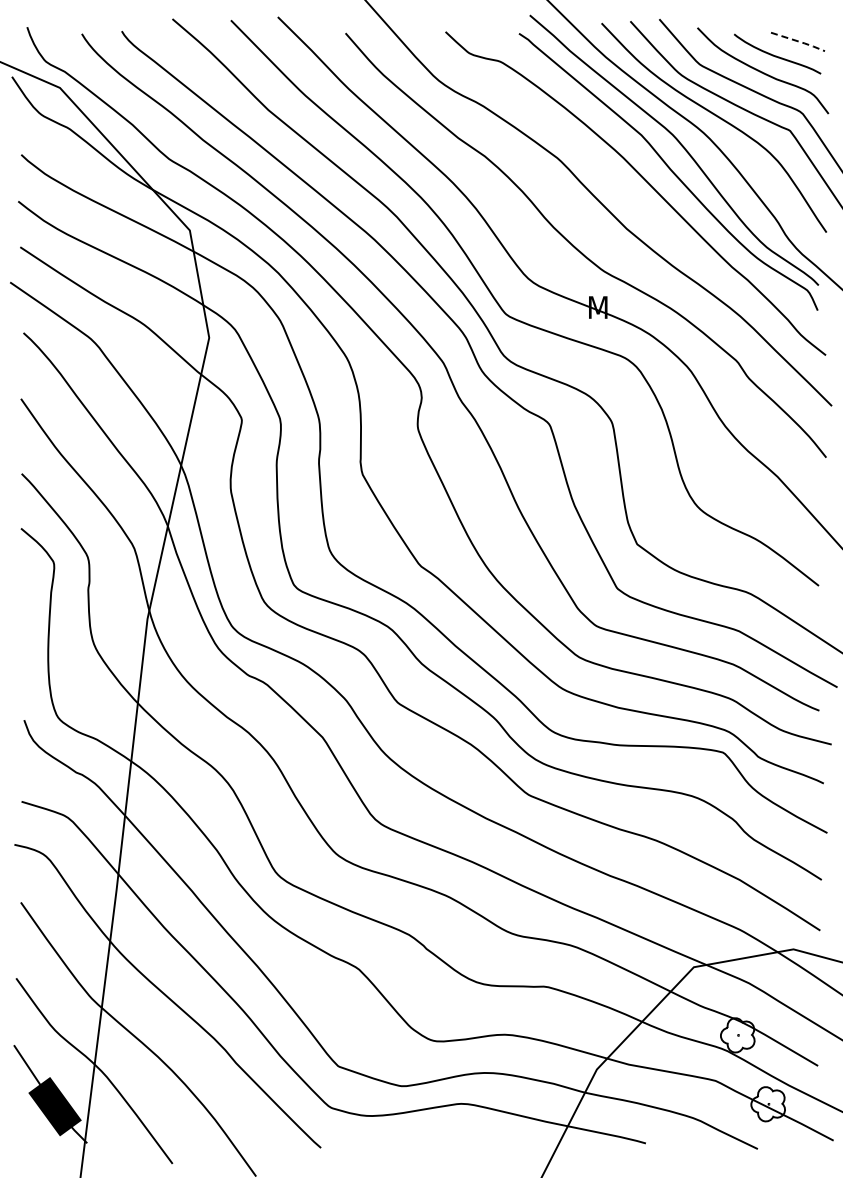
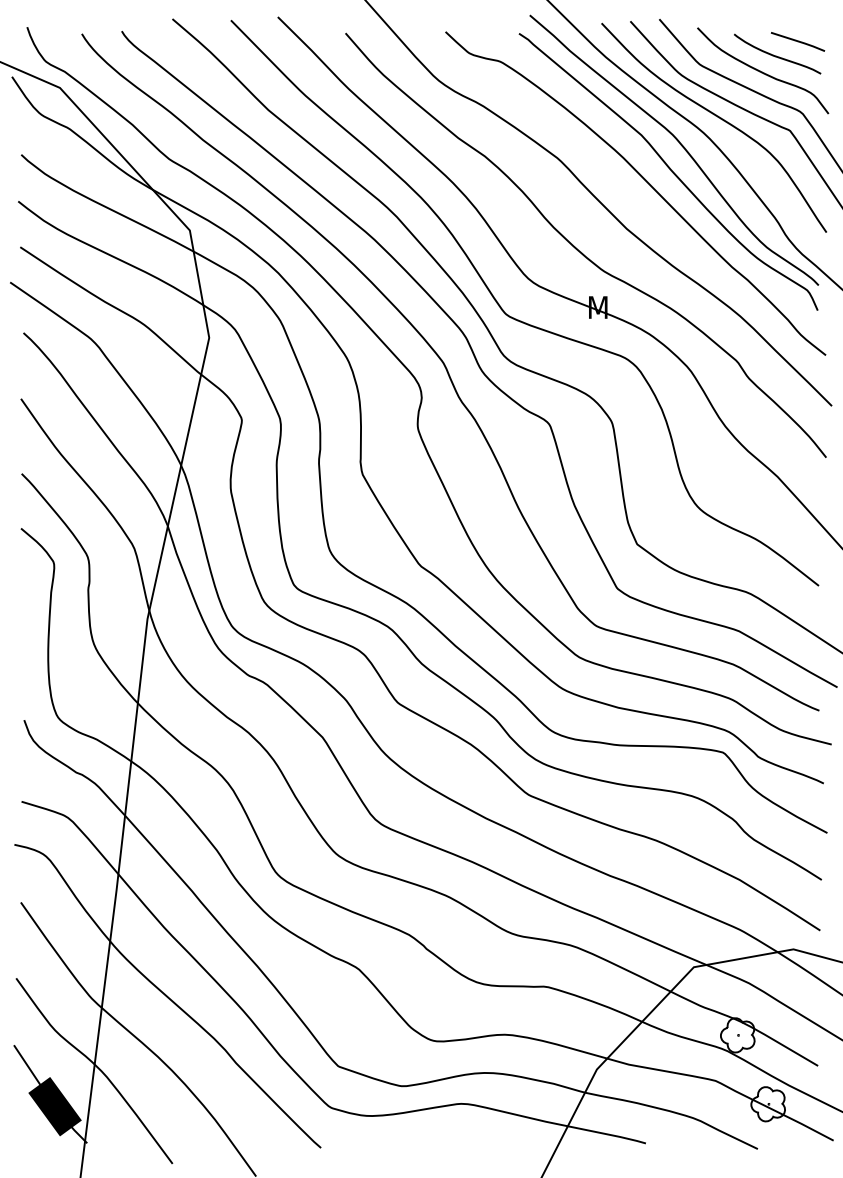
line at (799, 41): dashed -> solid
